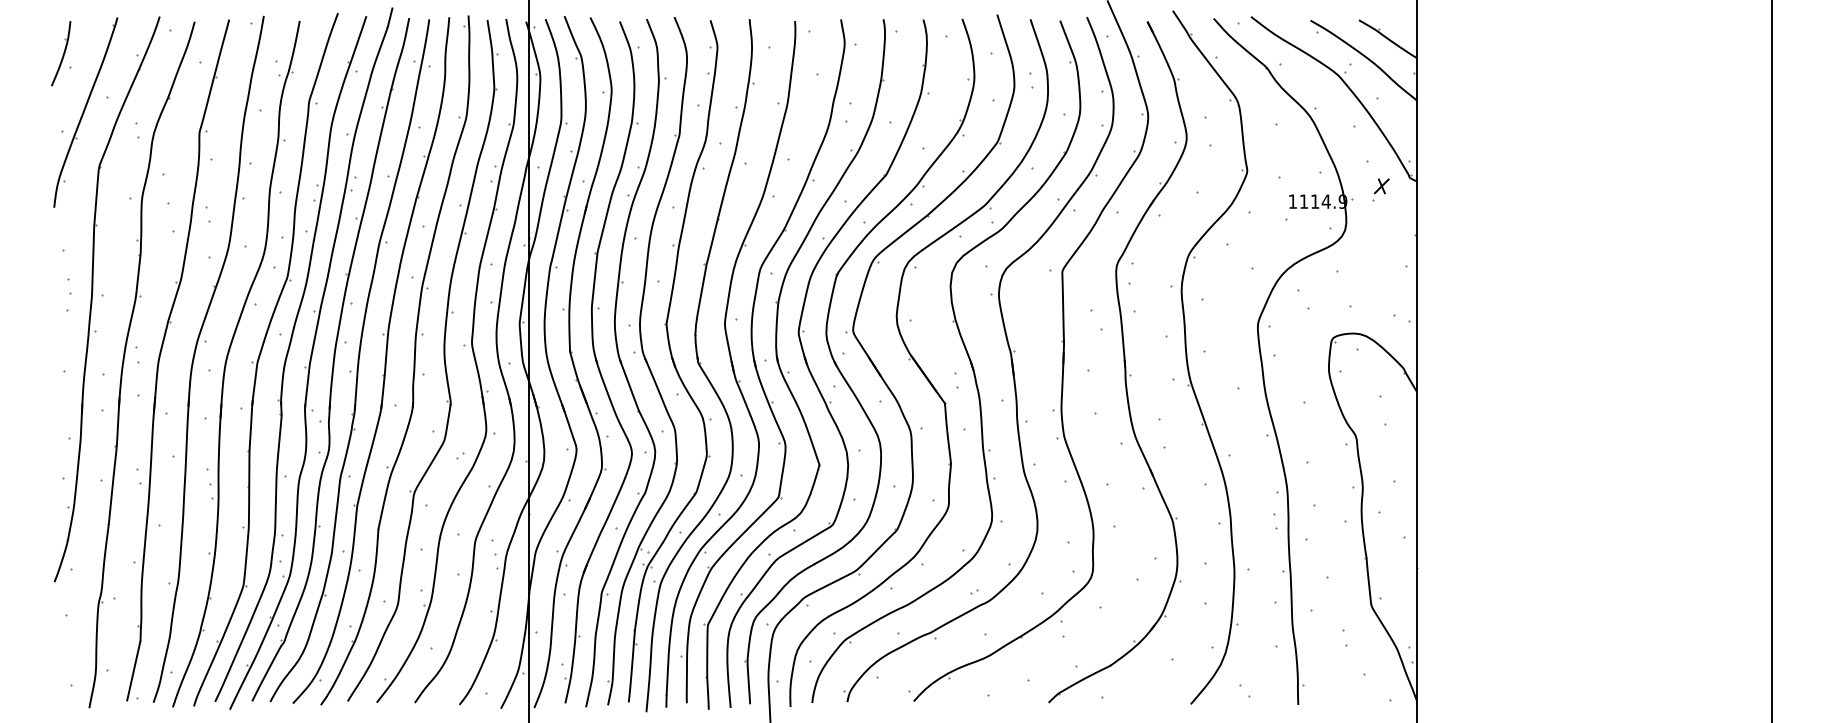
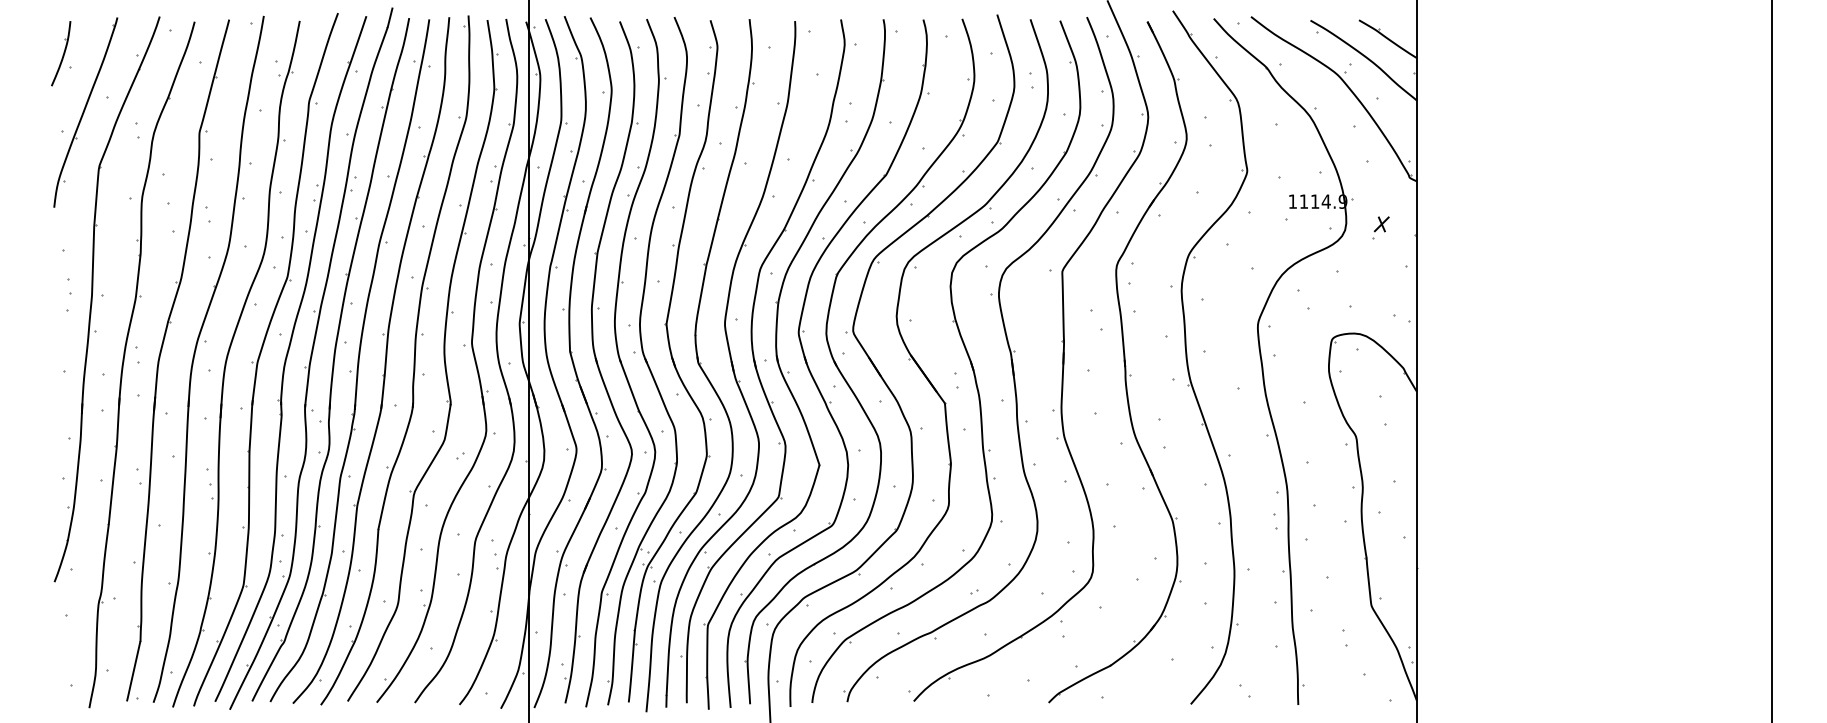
part at (1380, 189) position: (1380, 189) -> (1380, 227)
